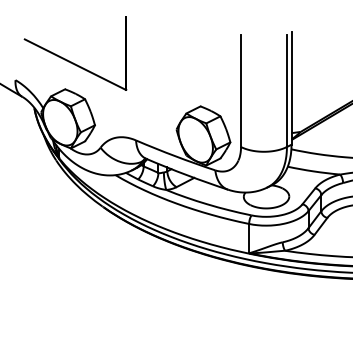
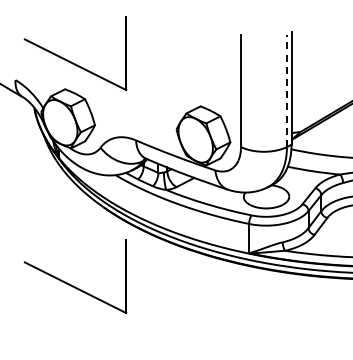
line at (286, 90): solid -> dashed
part at (71, 284): none -> present
